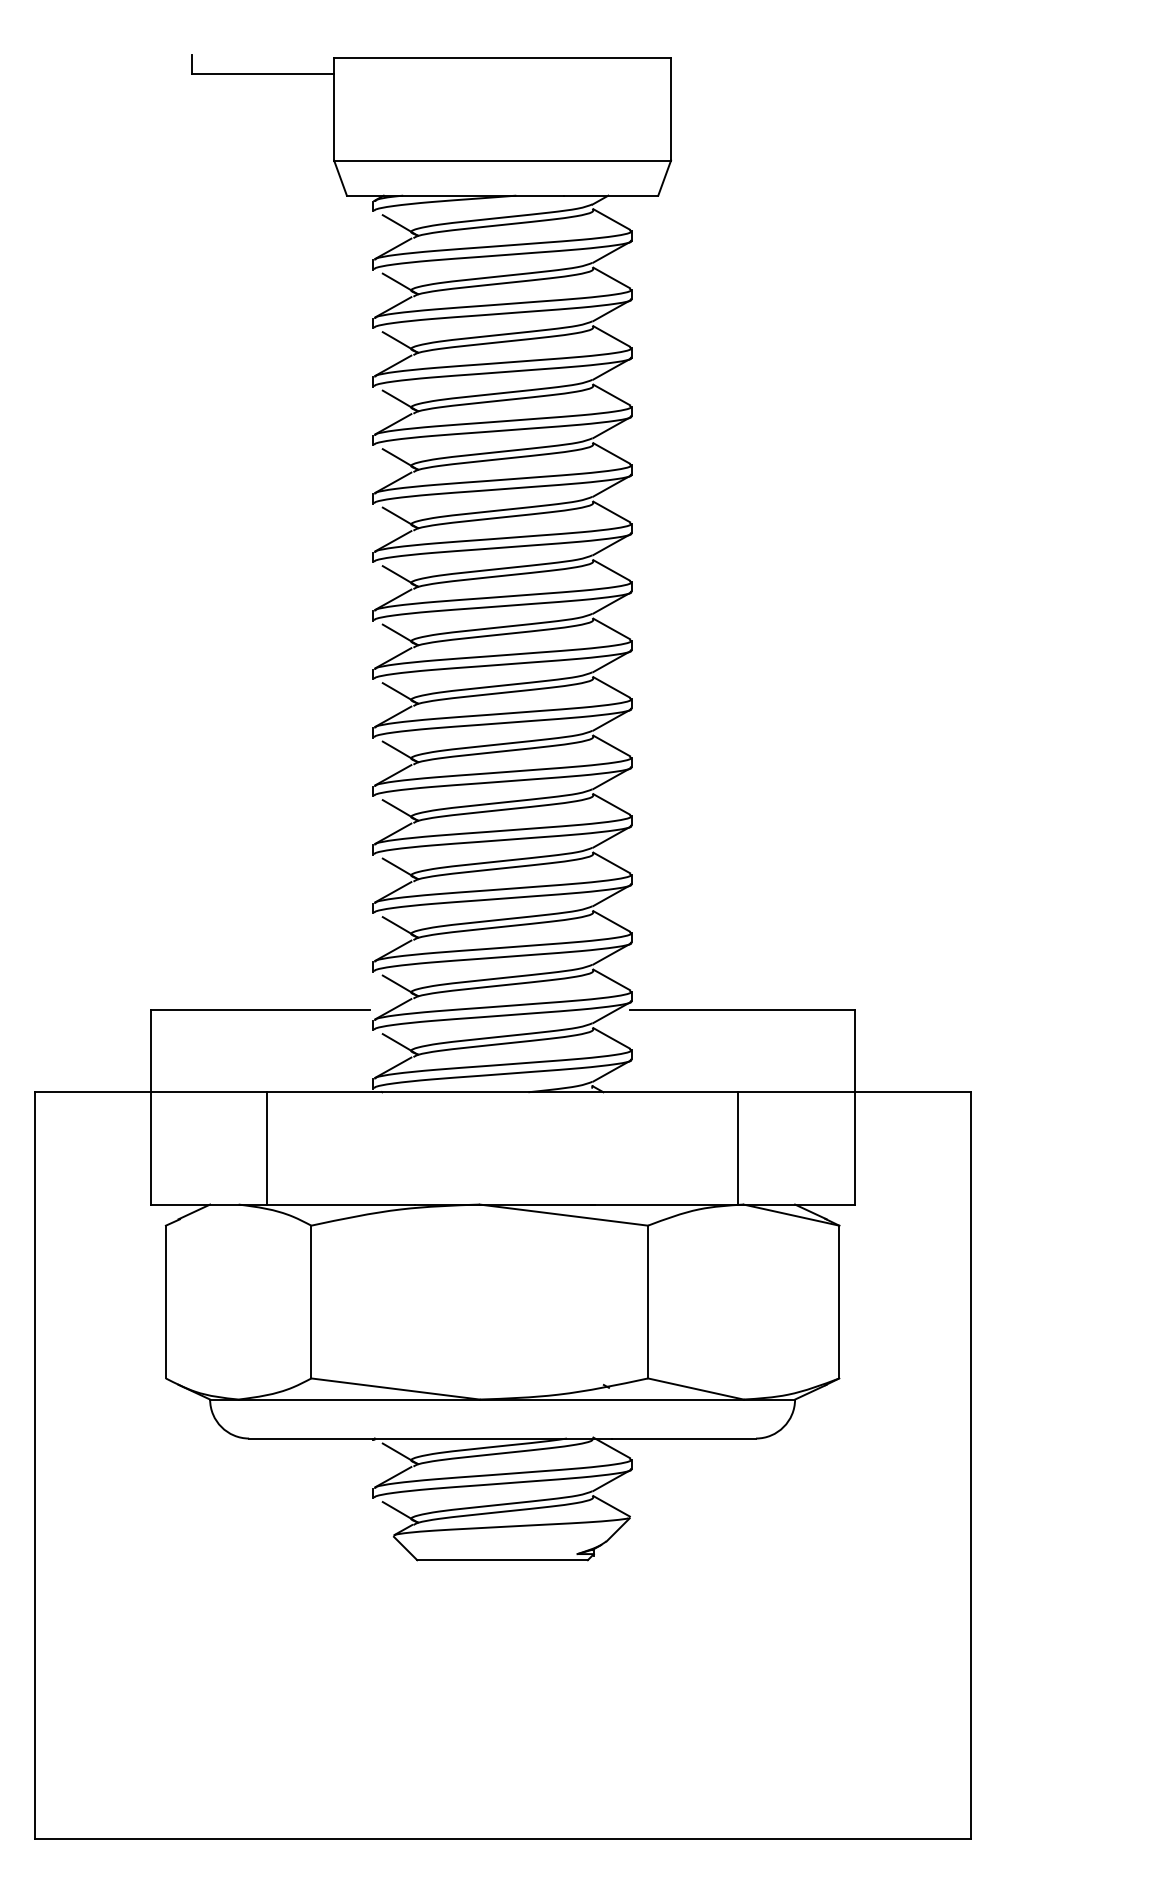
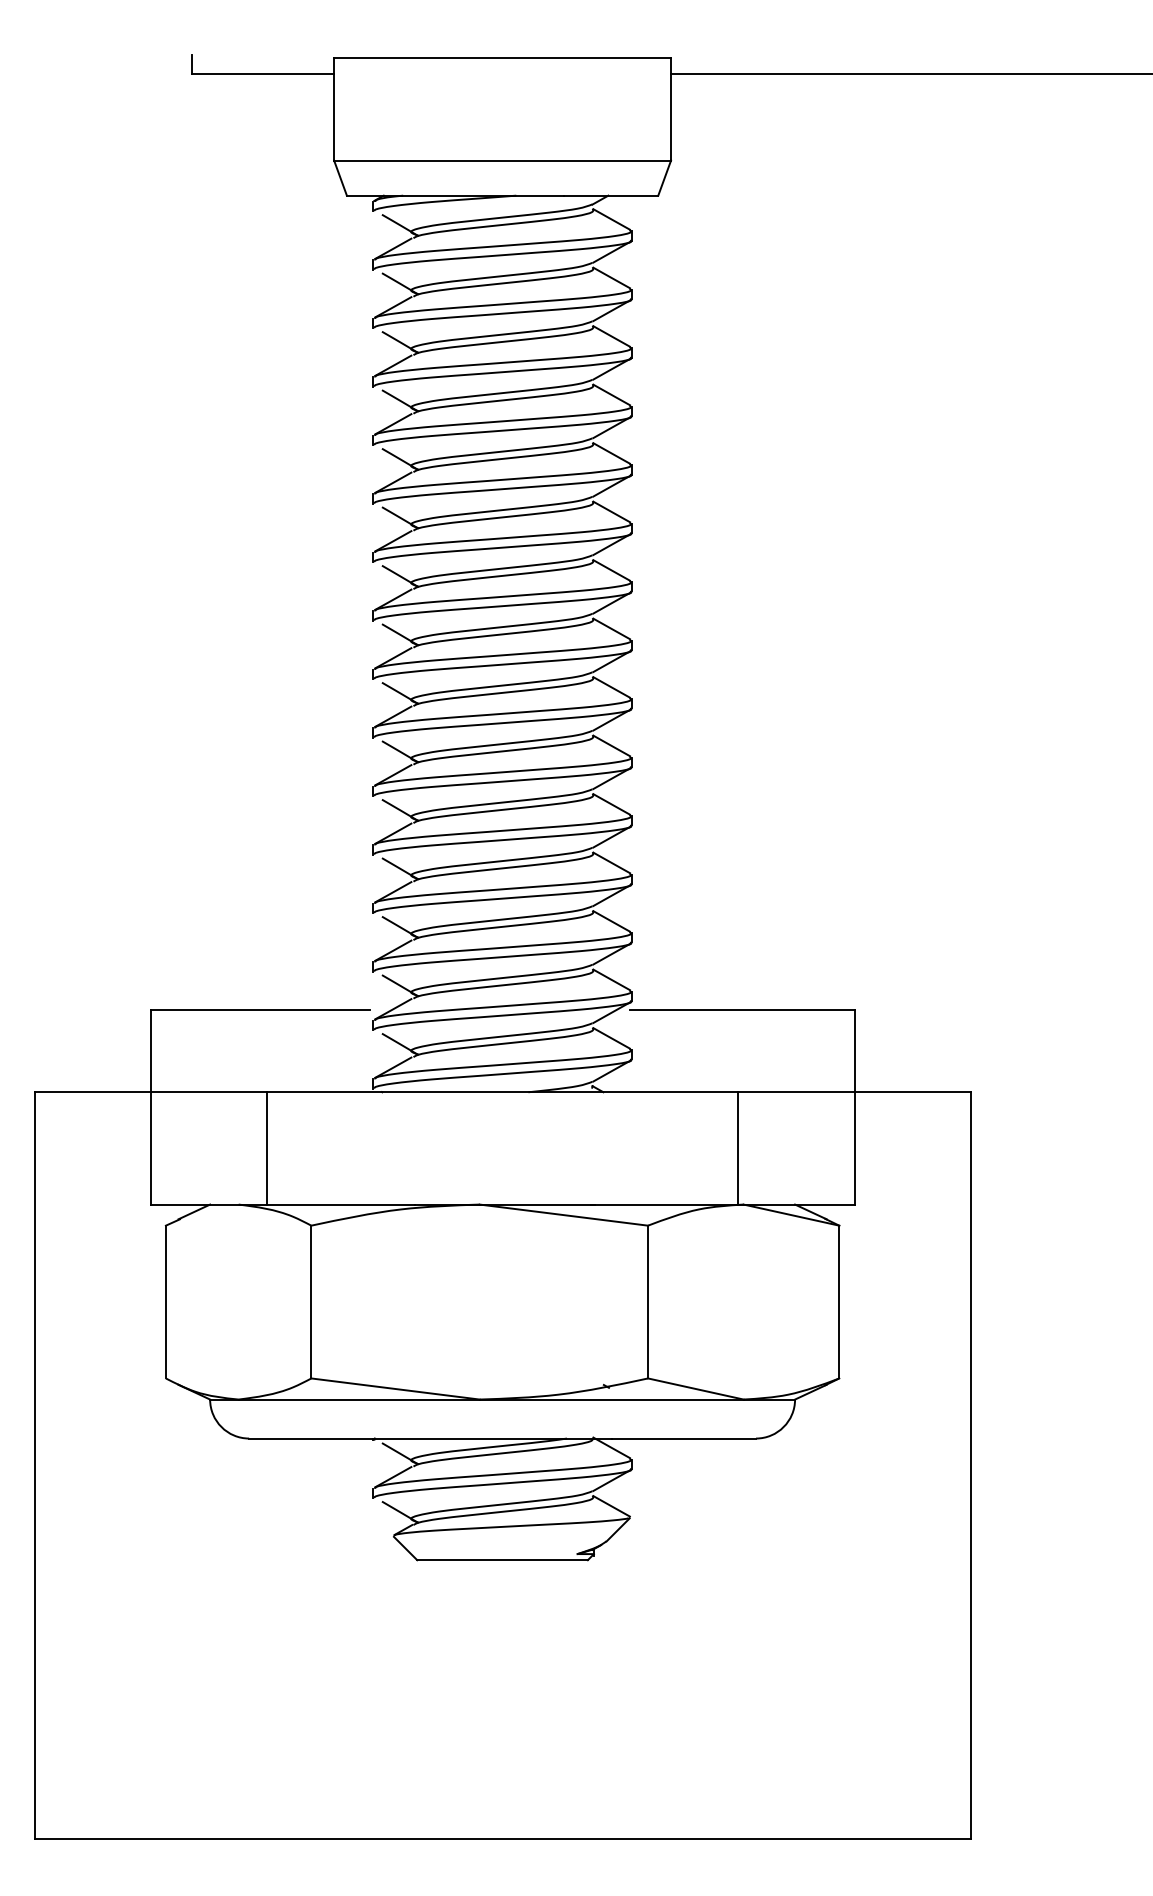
line at (910, 74): none -> present
